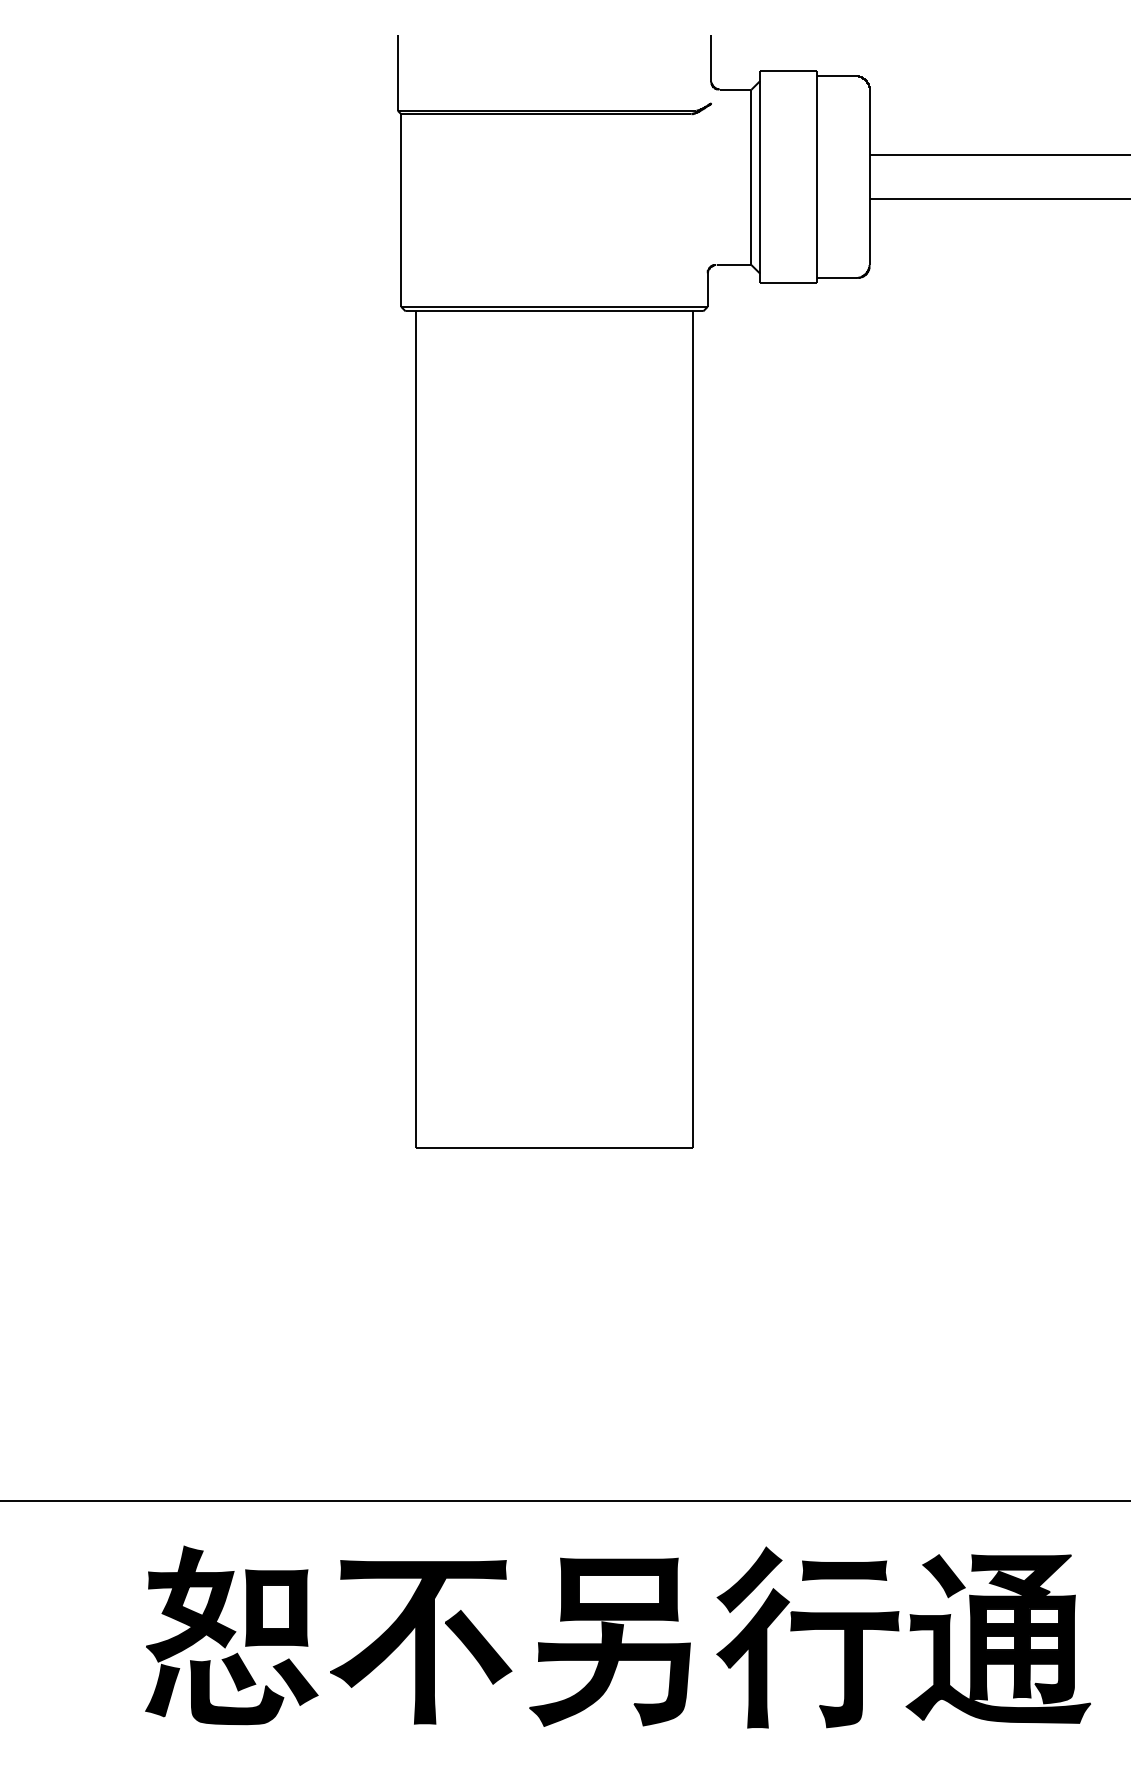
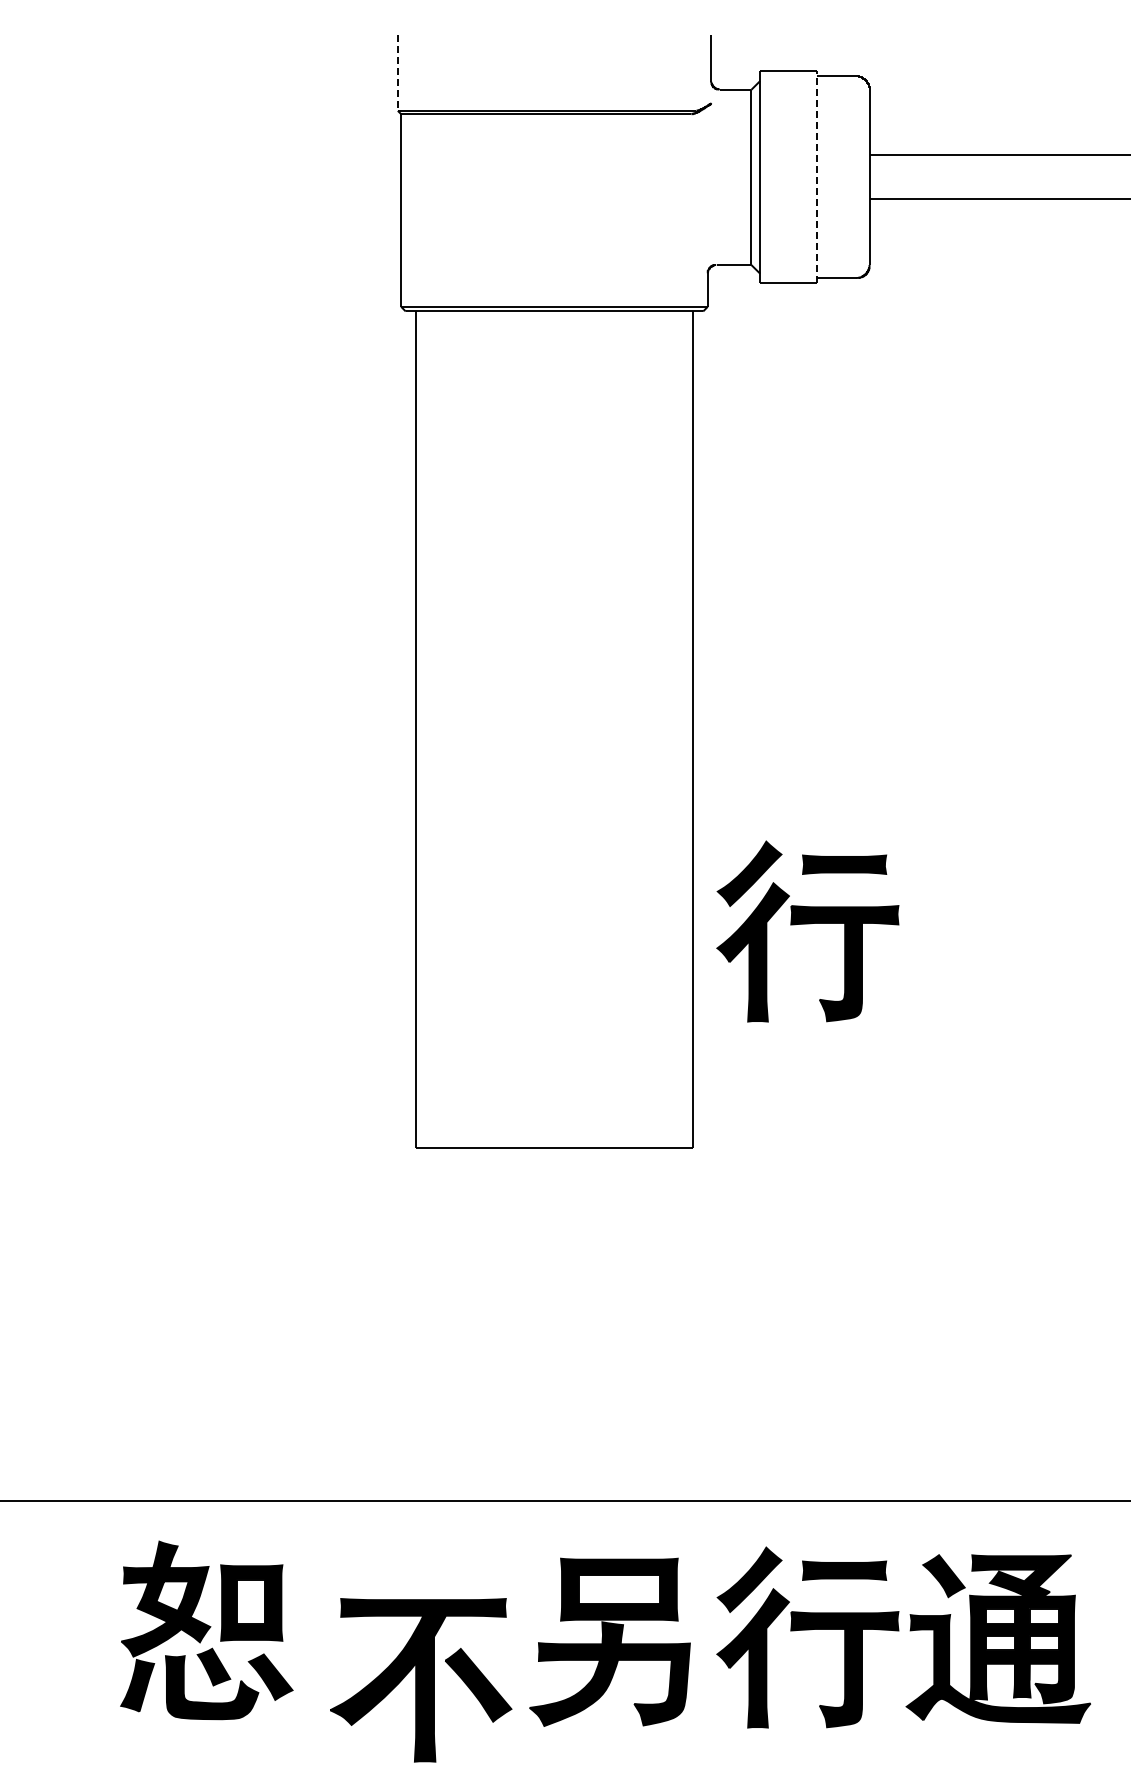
line at (397, 73): solid -> dashed
line at (817, 177): solid -> dashed
part at (807, 924): none -> present
part at (231, 1635) position: (231, 1635) -> (206, 1630)
part at (421, 1642) position: (421, 1642) -> (421, 1680)
